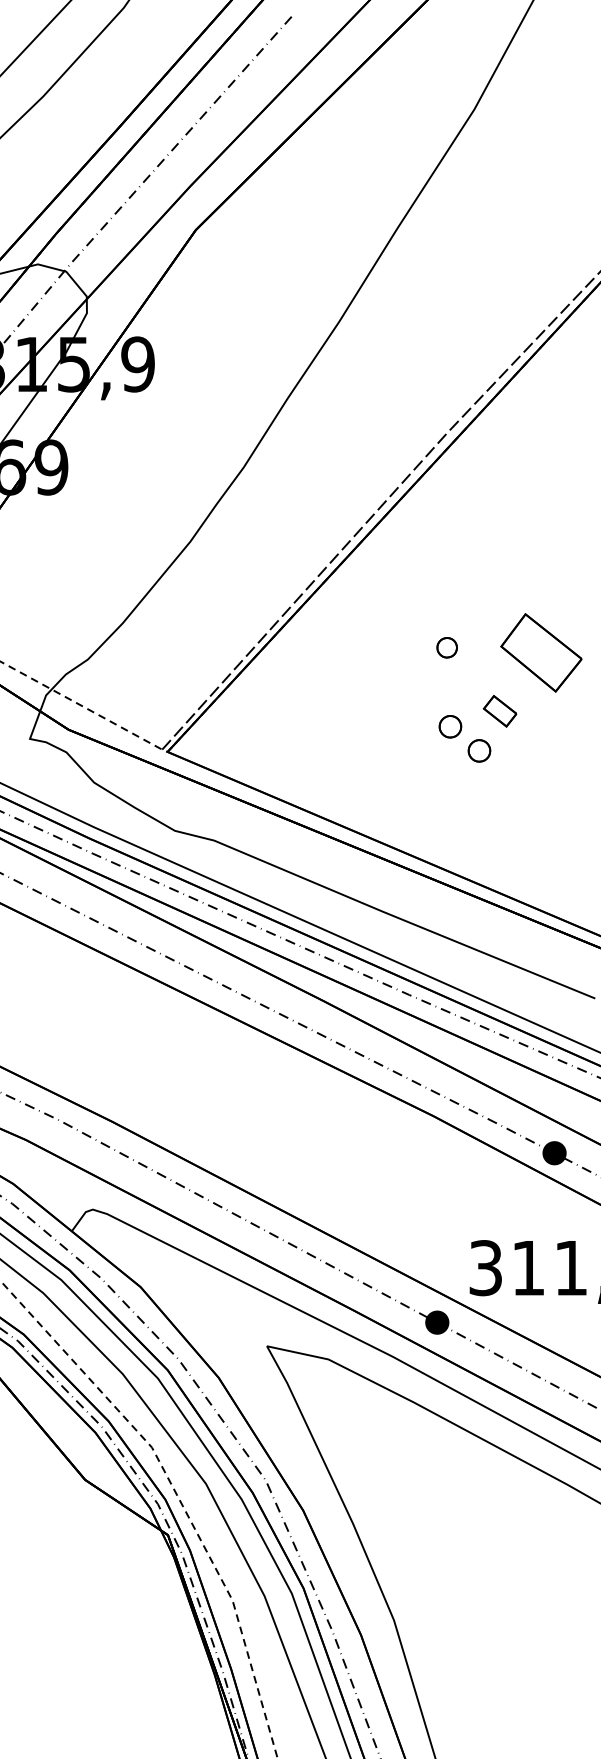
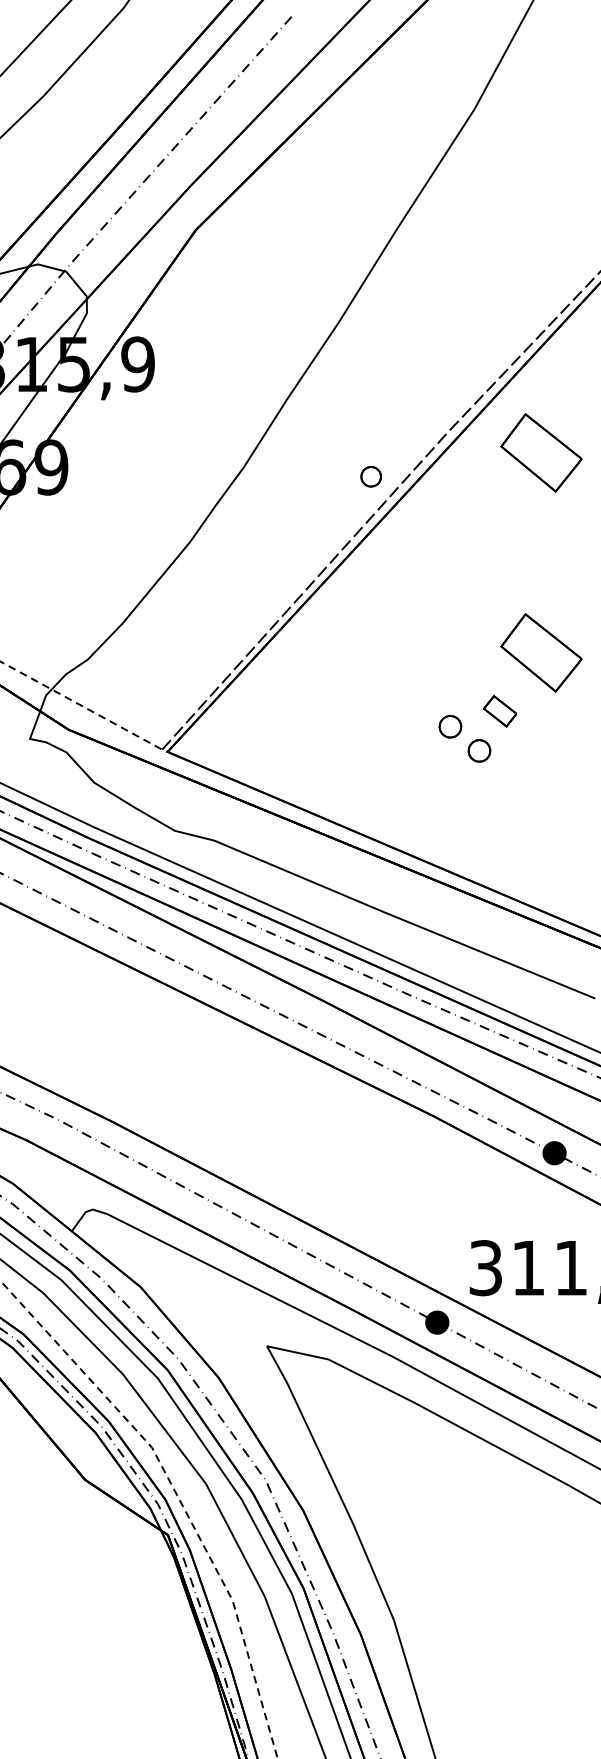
part at (541, 452): none -> present
part at (446, 647) position: (446, 647) -> (370, 476)
